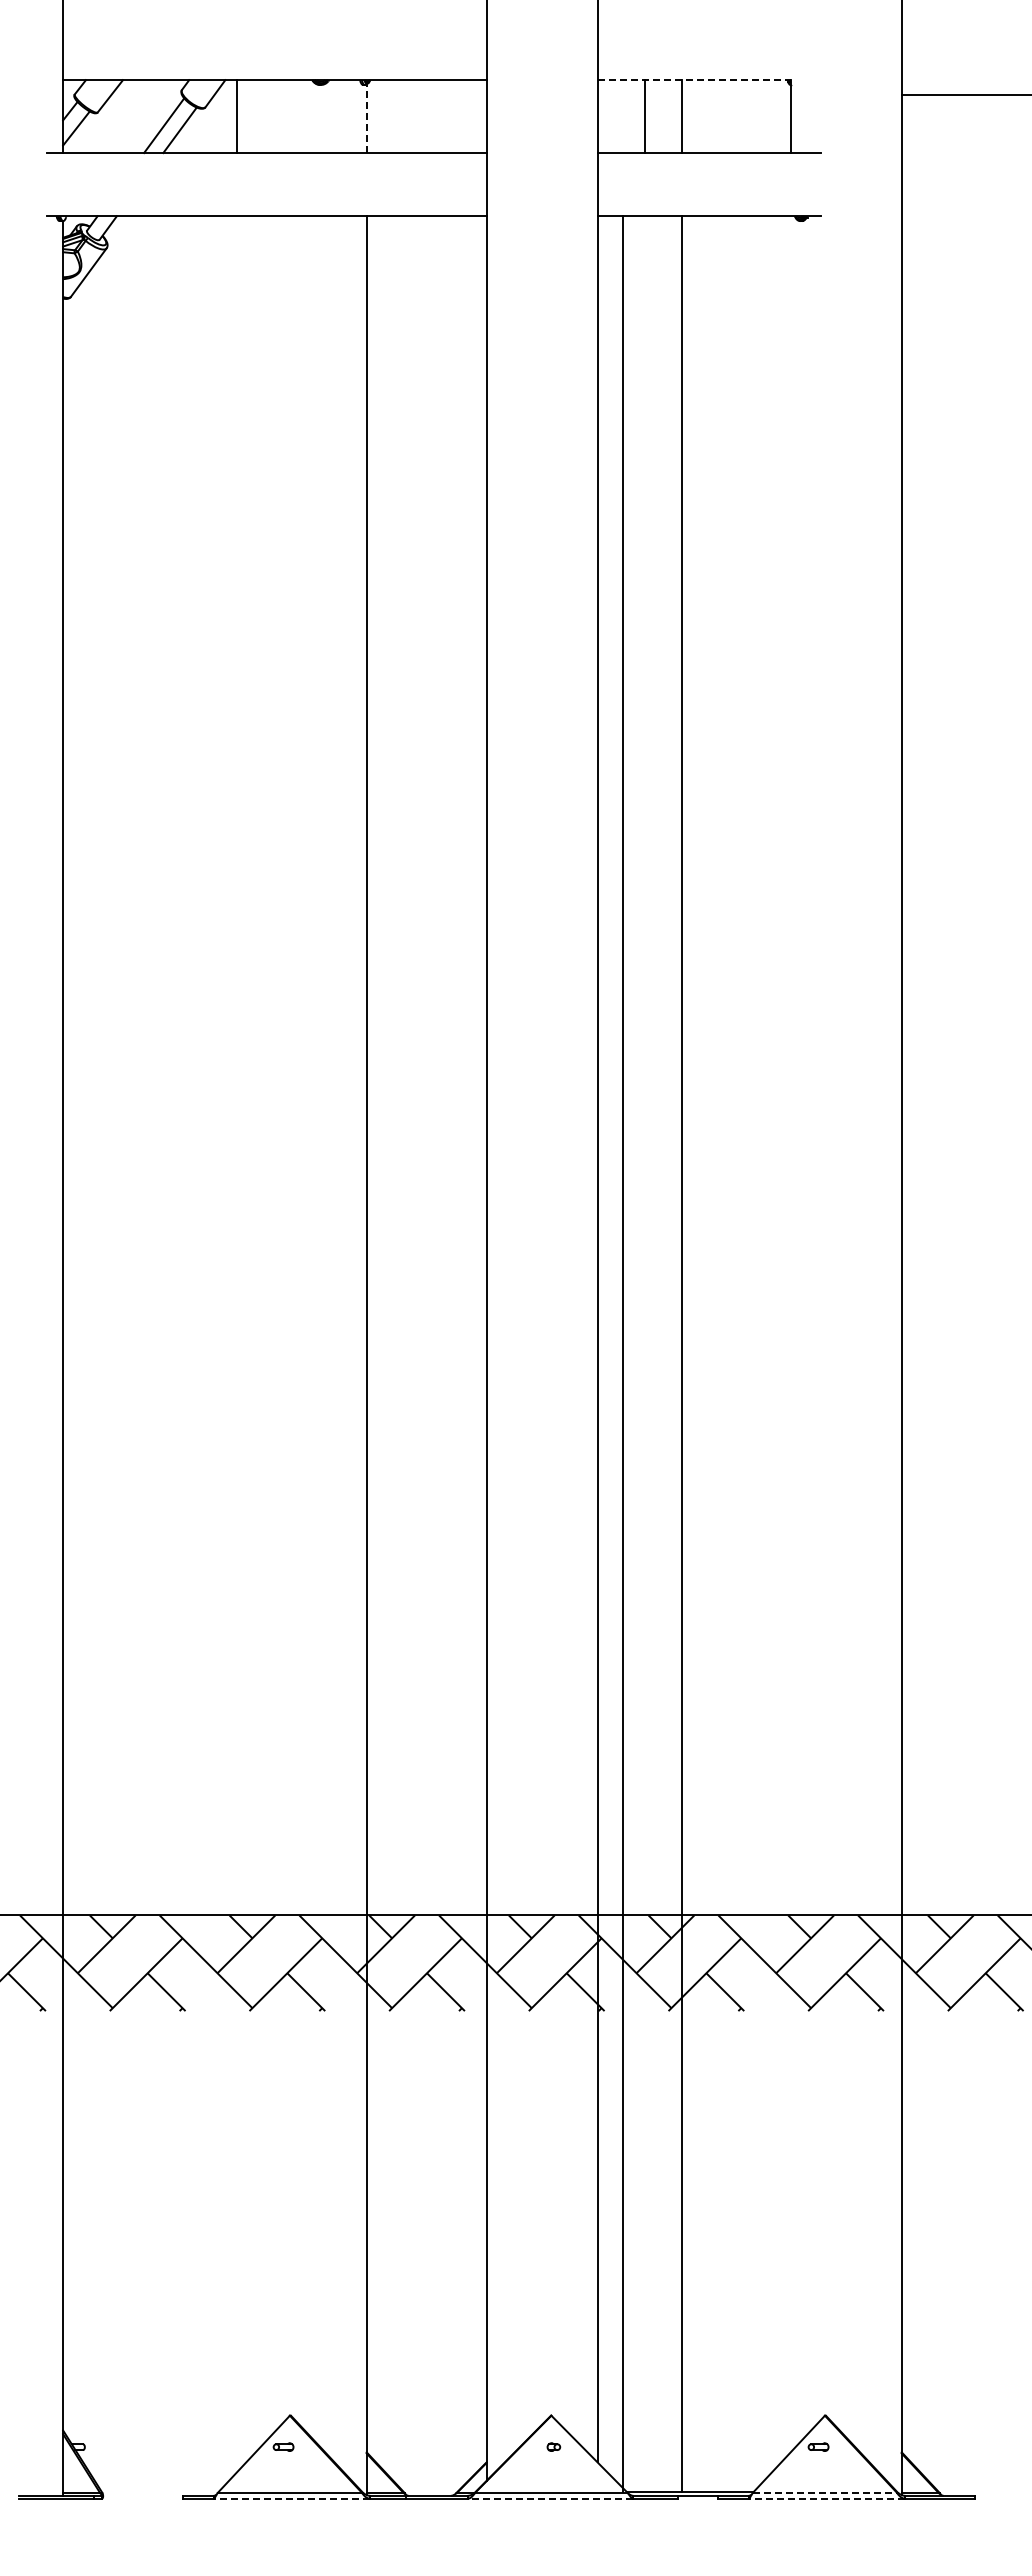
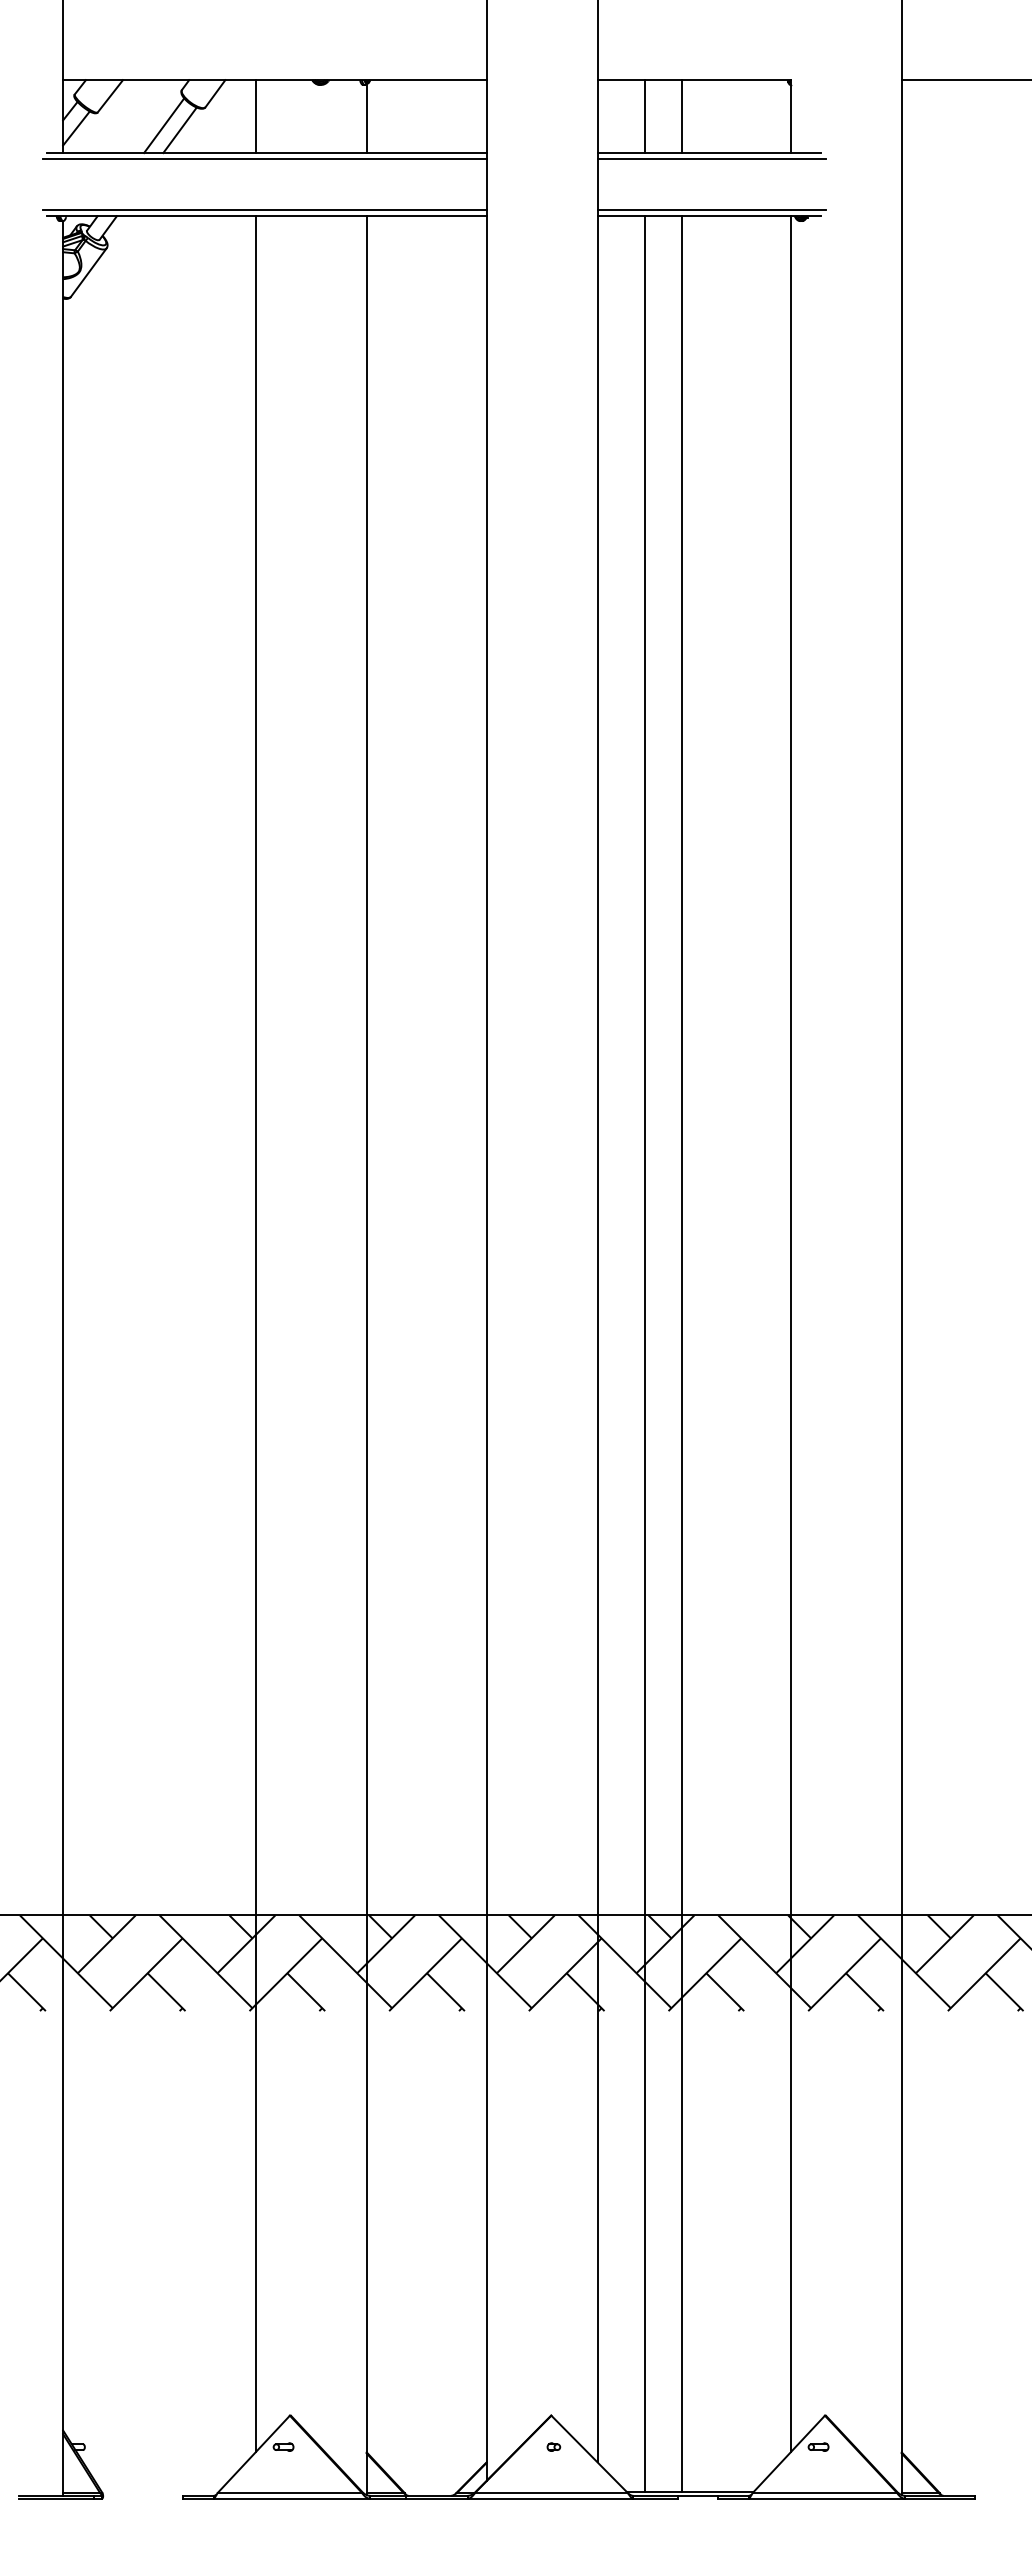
line at (694, 80): dashed -> solid
line at (964, 95) position: (964, 95) -> (964, 80)
line at (236, 116) position: (236, 116) -> (255, 116)
line at (366, 118): dashed -> solid
line at (264, 158): none -> present
line at (711, 158): none -> present
line at (264, 210): none -> present
line at (711, 210): none -> present
line at (255, 1334): none -> present
line at (790, 1334): none -> present
line at (622, 1353) position: (622, 1353) -> (644, 1353)
line at (825, 2492): dashed -> solid
line at (291, 2498): dashed -> solid
line at (550, 2498): dashed -> solid
line at (826, 2498): dashed -> solid
